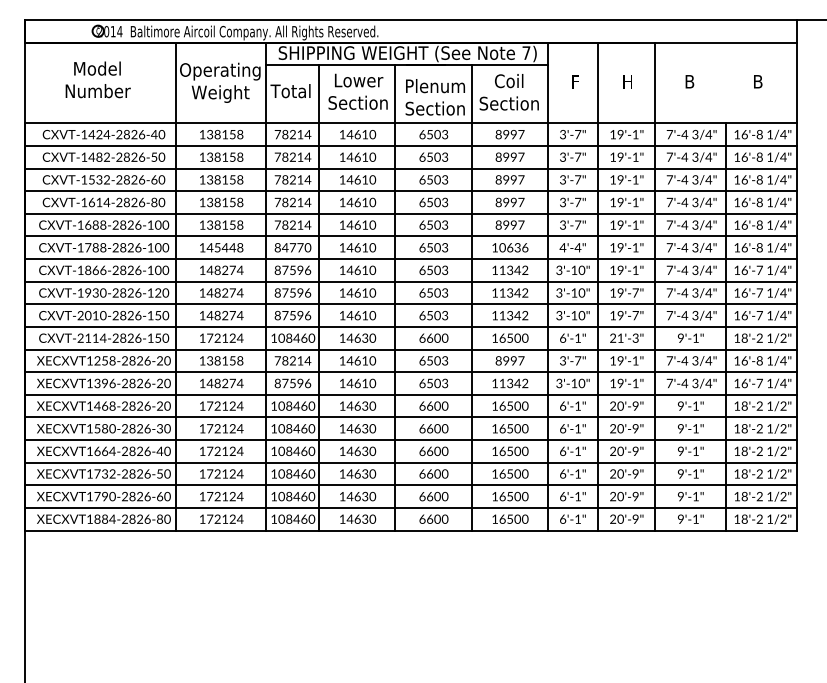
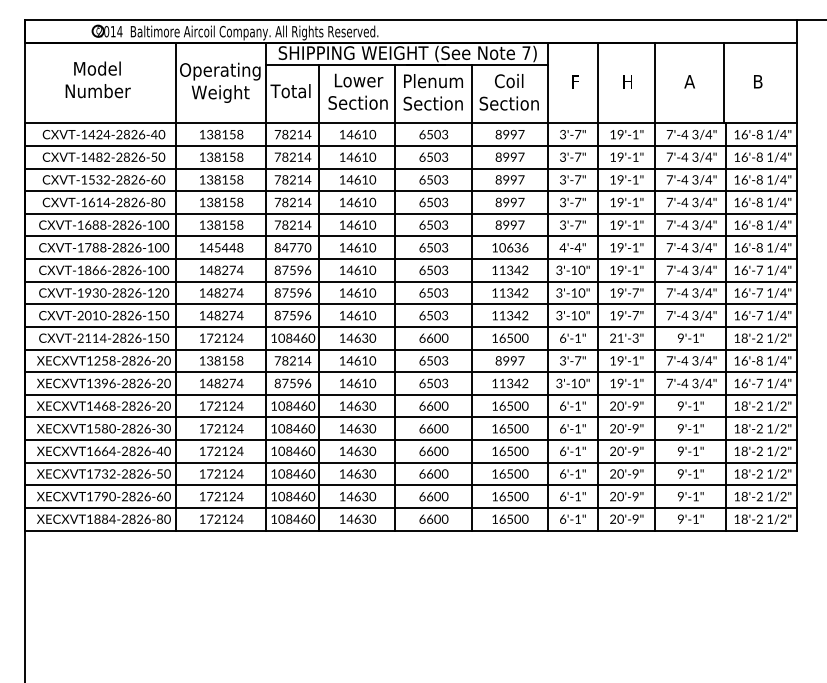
text at (689, 81): B -> A
line at (723, 82): none -> present
text at (434, 97) position: (434, 97) -> (432, 92)
